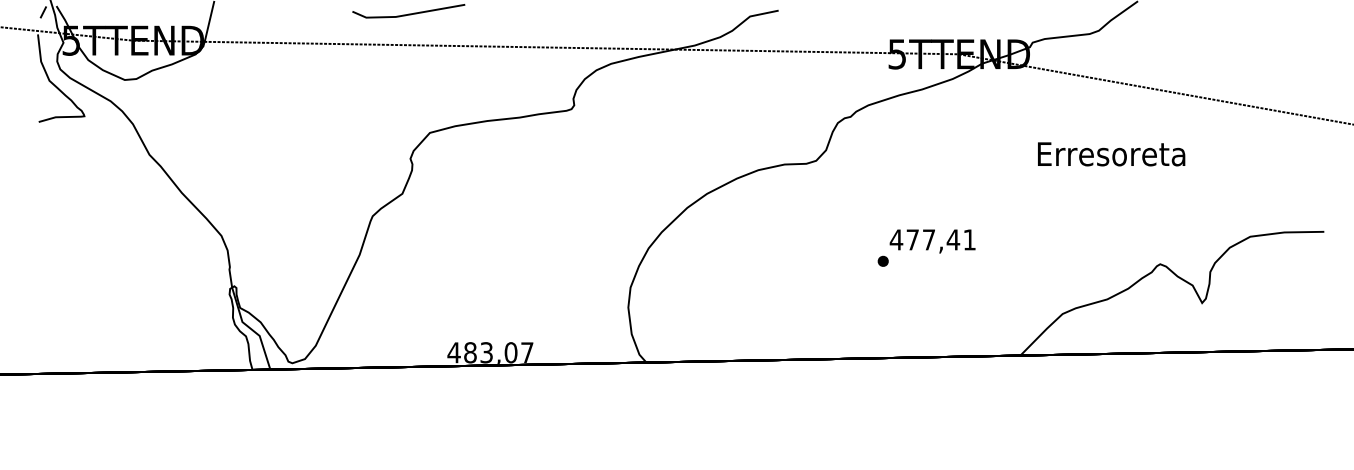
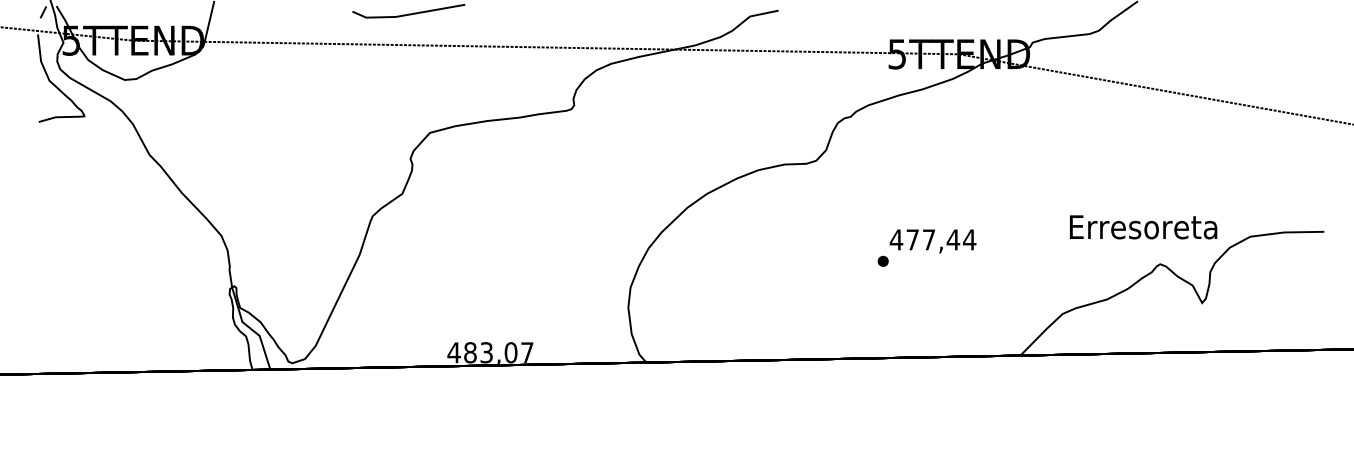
text at (1111, 154) position: (1111, 154) -> (1143, 227)
text at (969, 239): 477,41 -> 477,44
